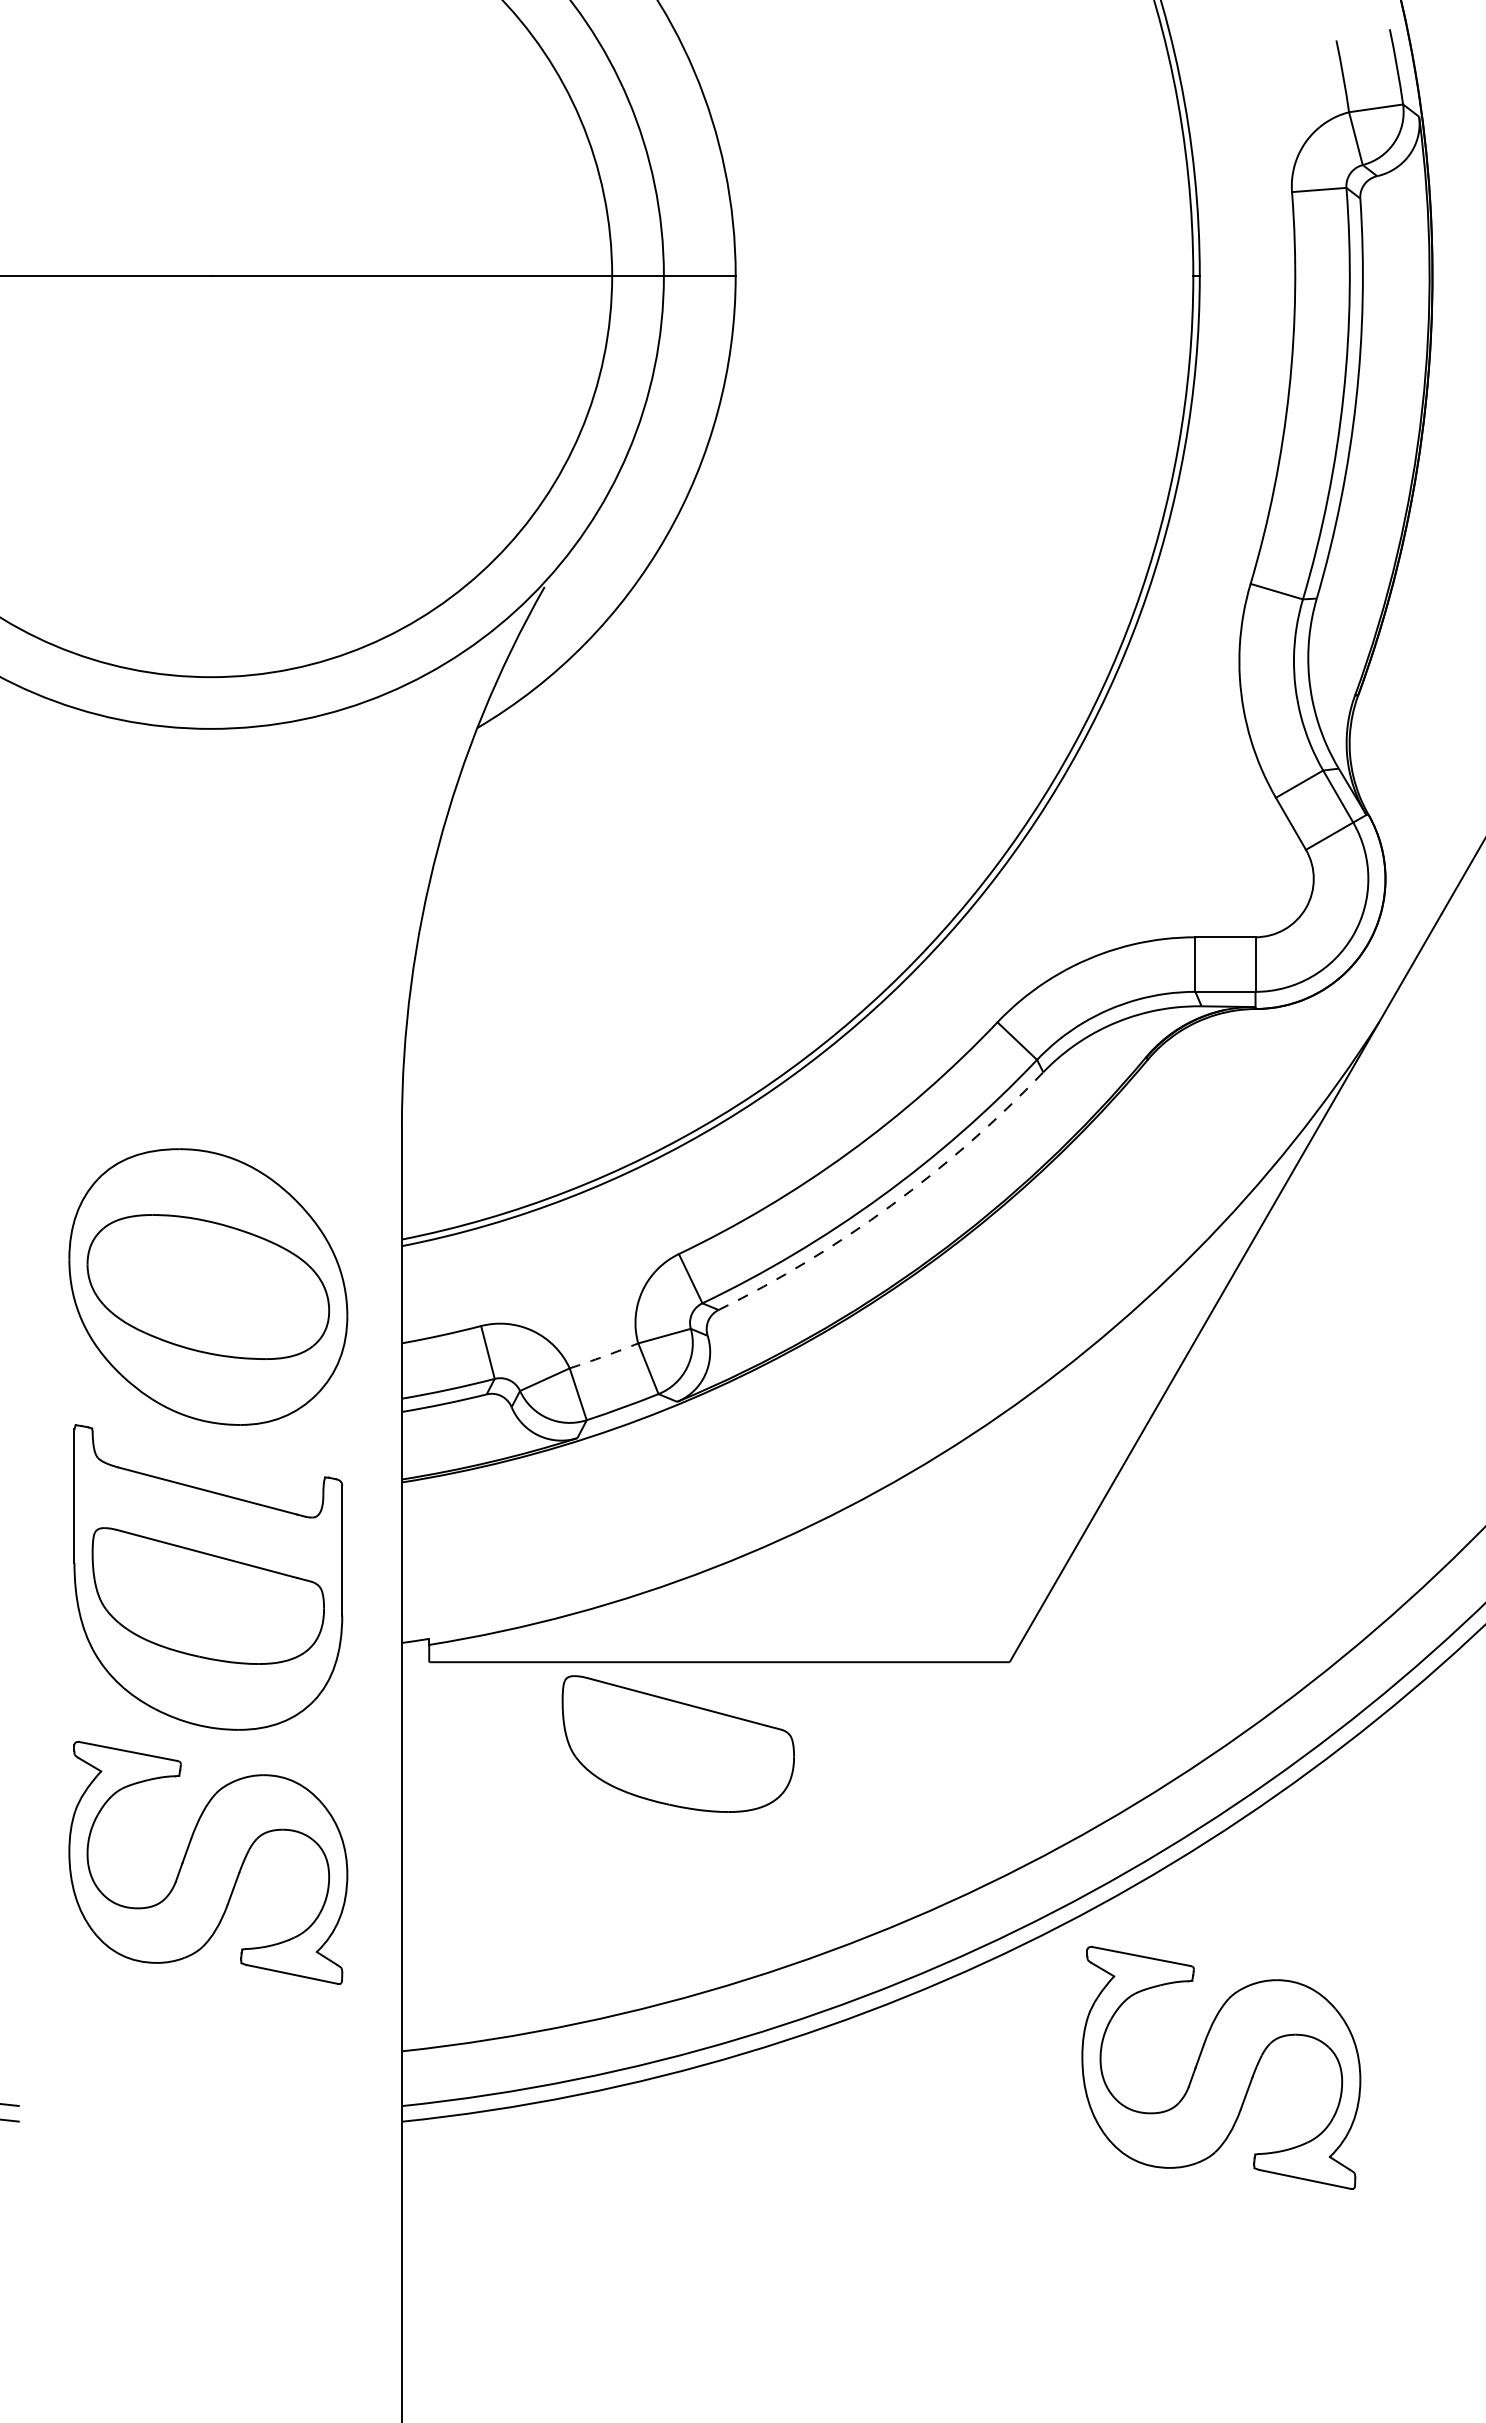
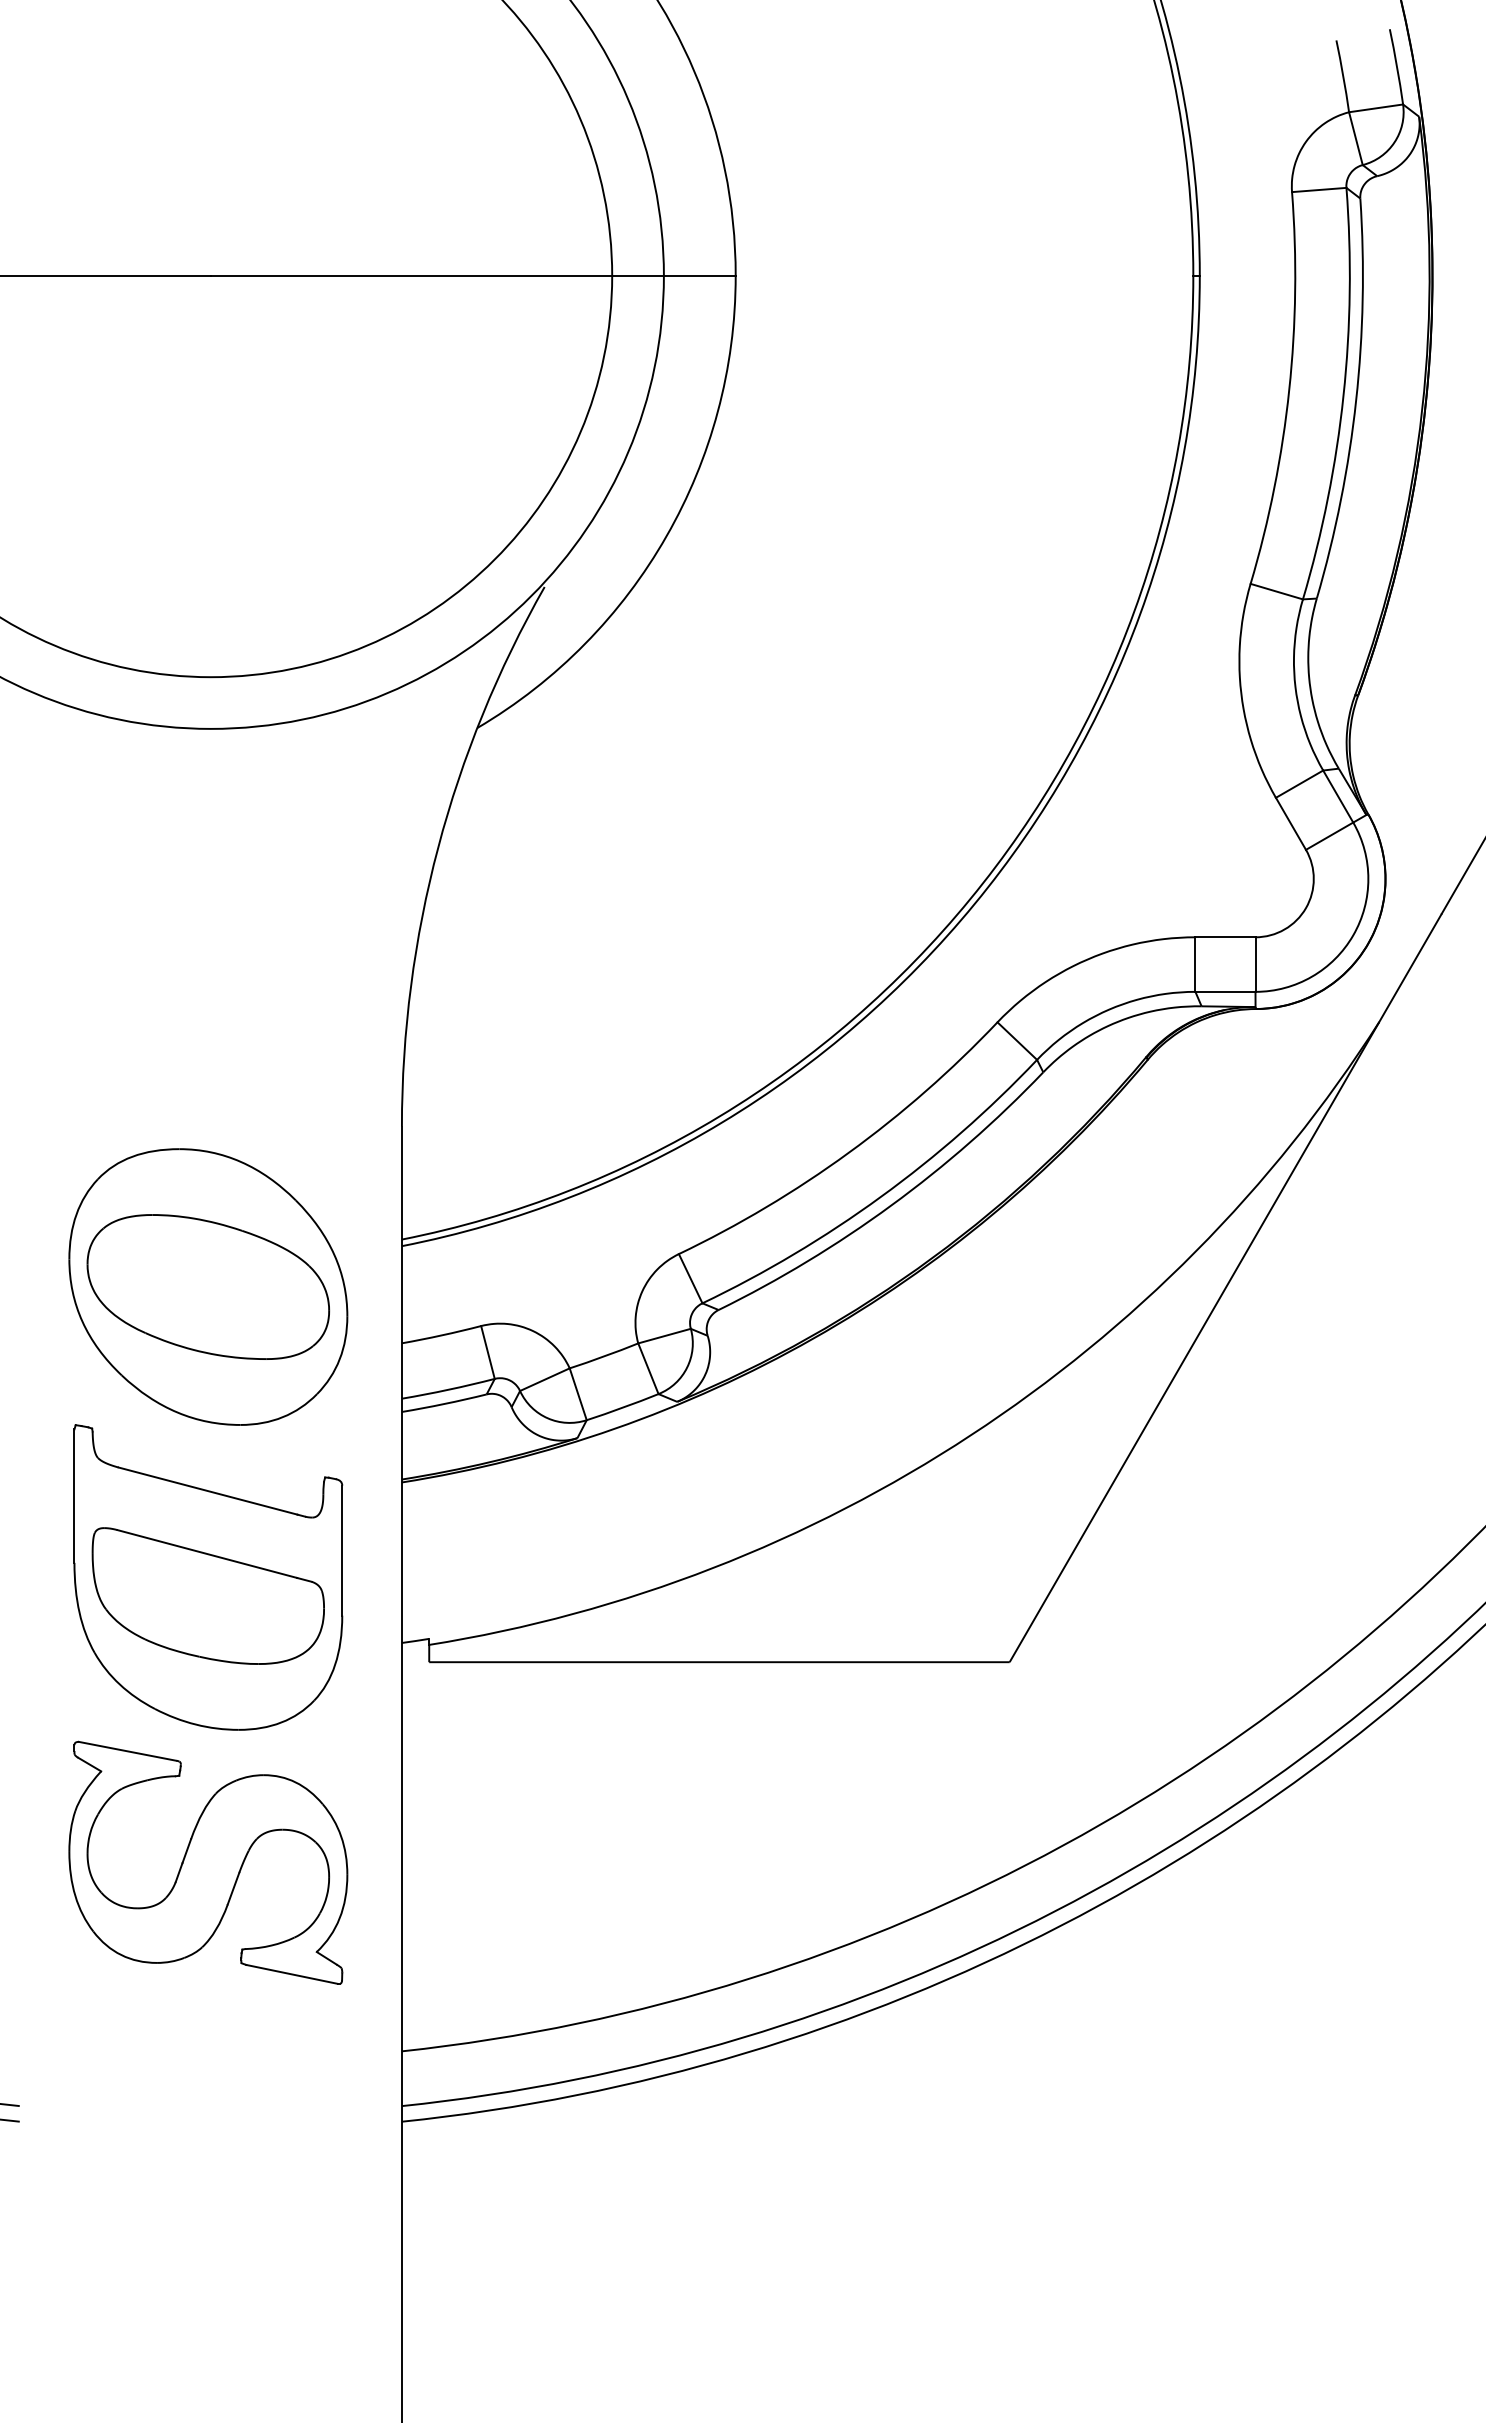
arc at (891, 1205): dashed -> solid
arc at (604, 1356): dashed -> solid
part at (677, 1743): present -> none
part at (1221, 2067): present -> none
